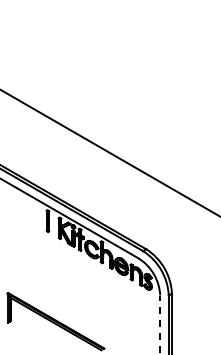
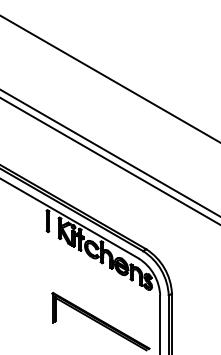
line at (109, 78): none -> present
line at (109, 161): none -> present
part at (55, 321) position: (55, 321) -> (100, 321)
line at (160, 324): dashed -> solid
